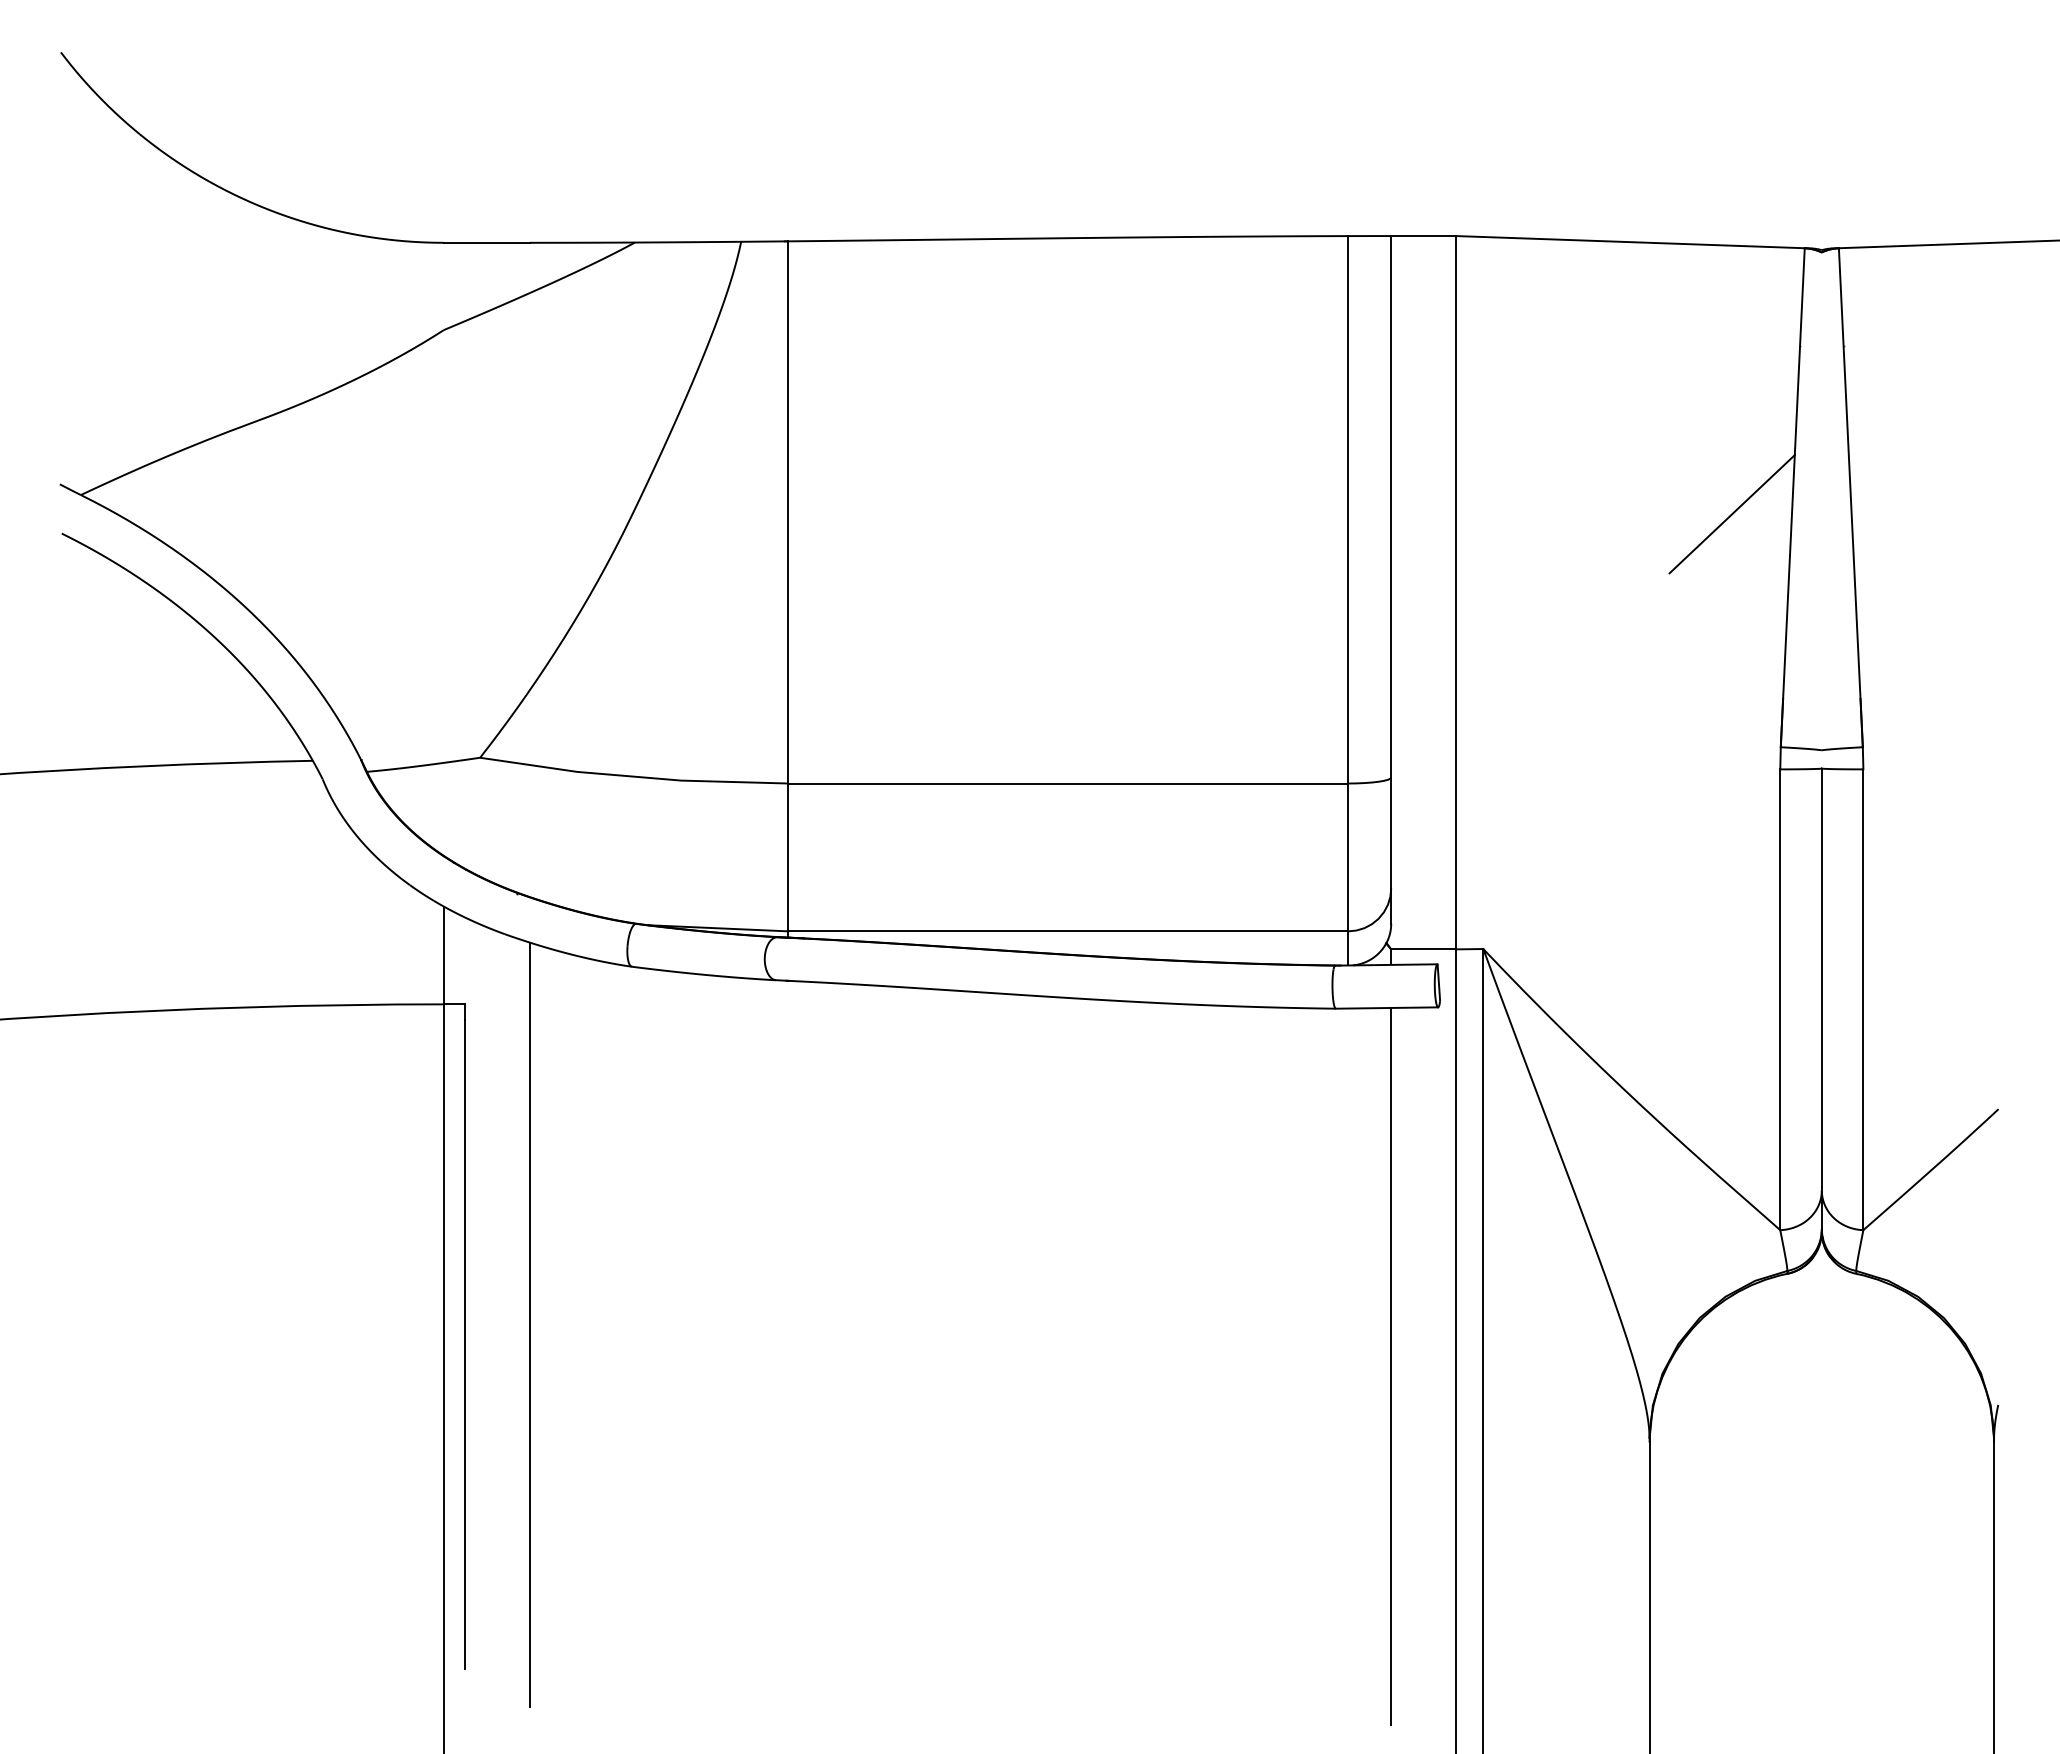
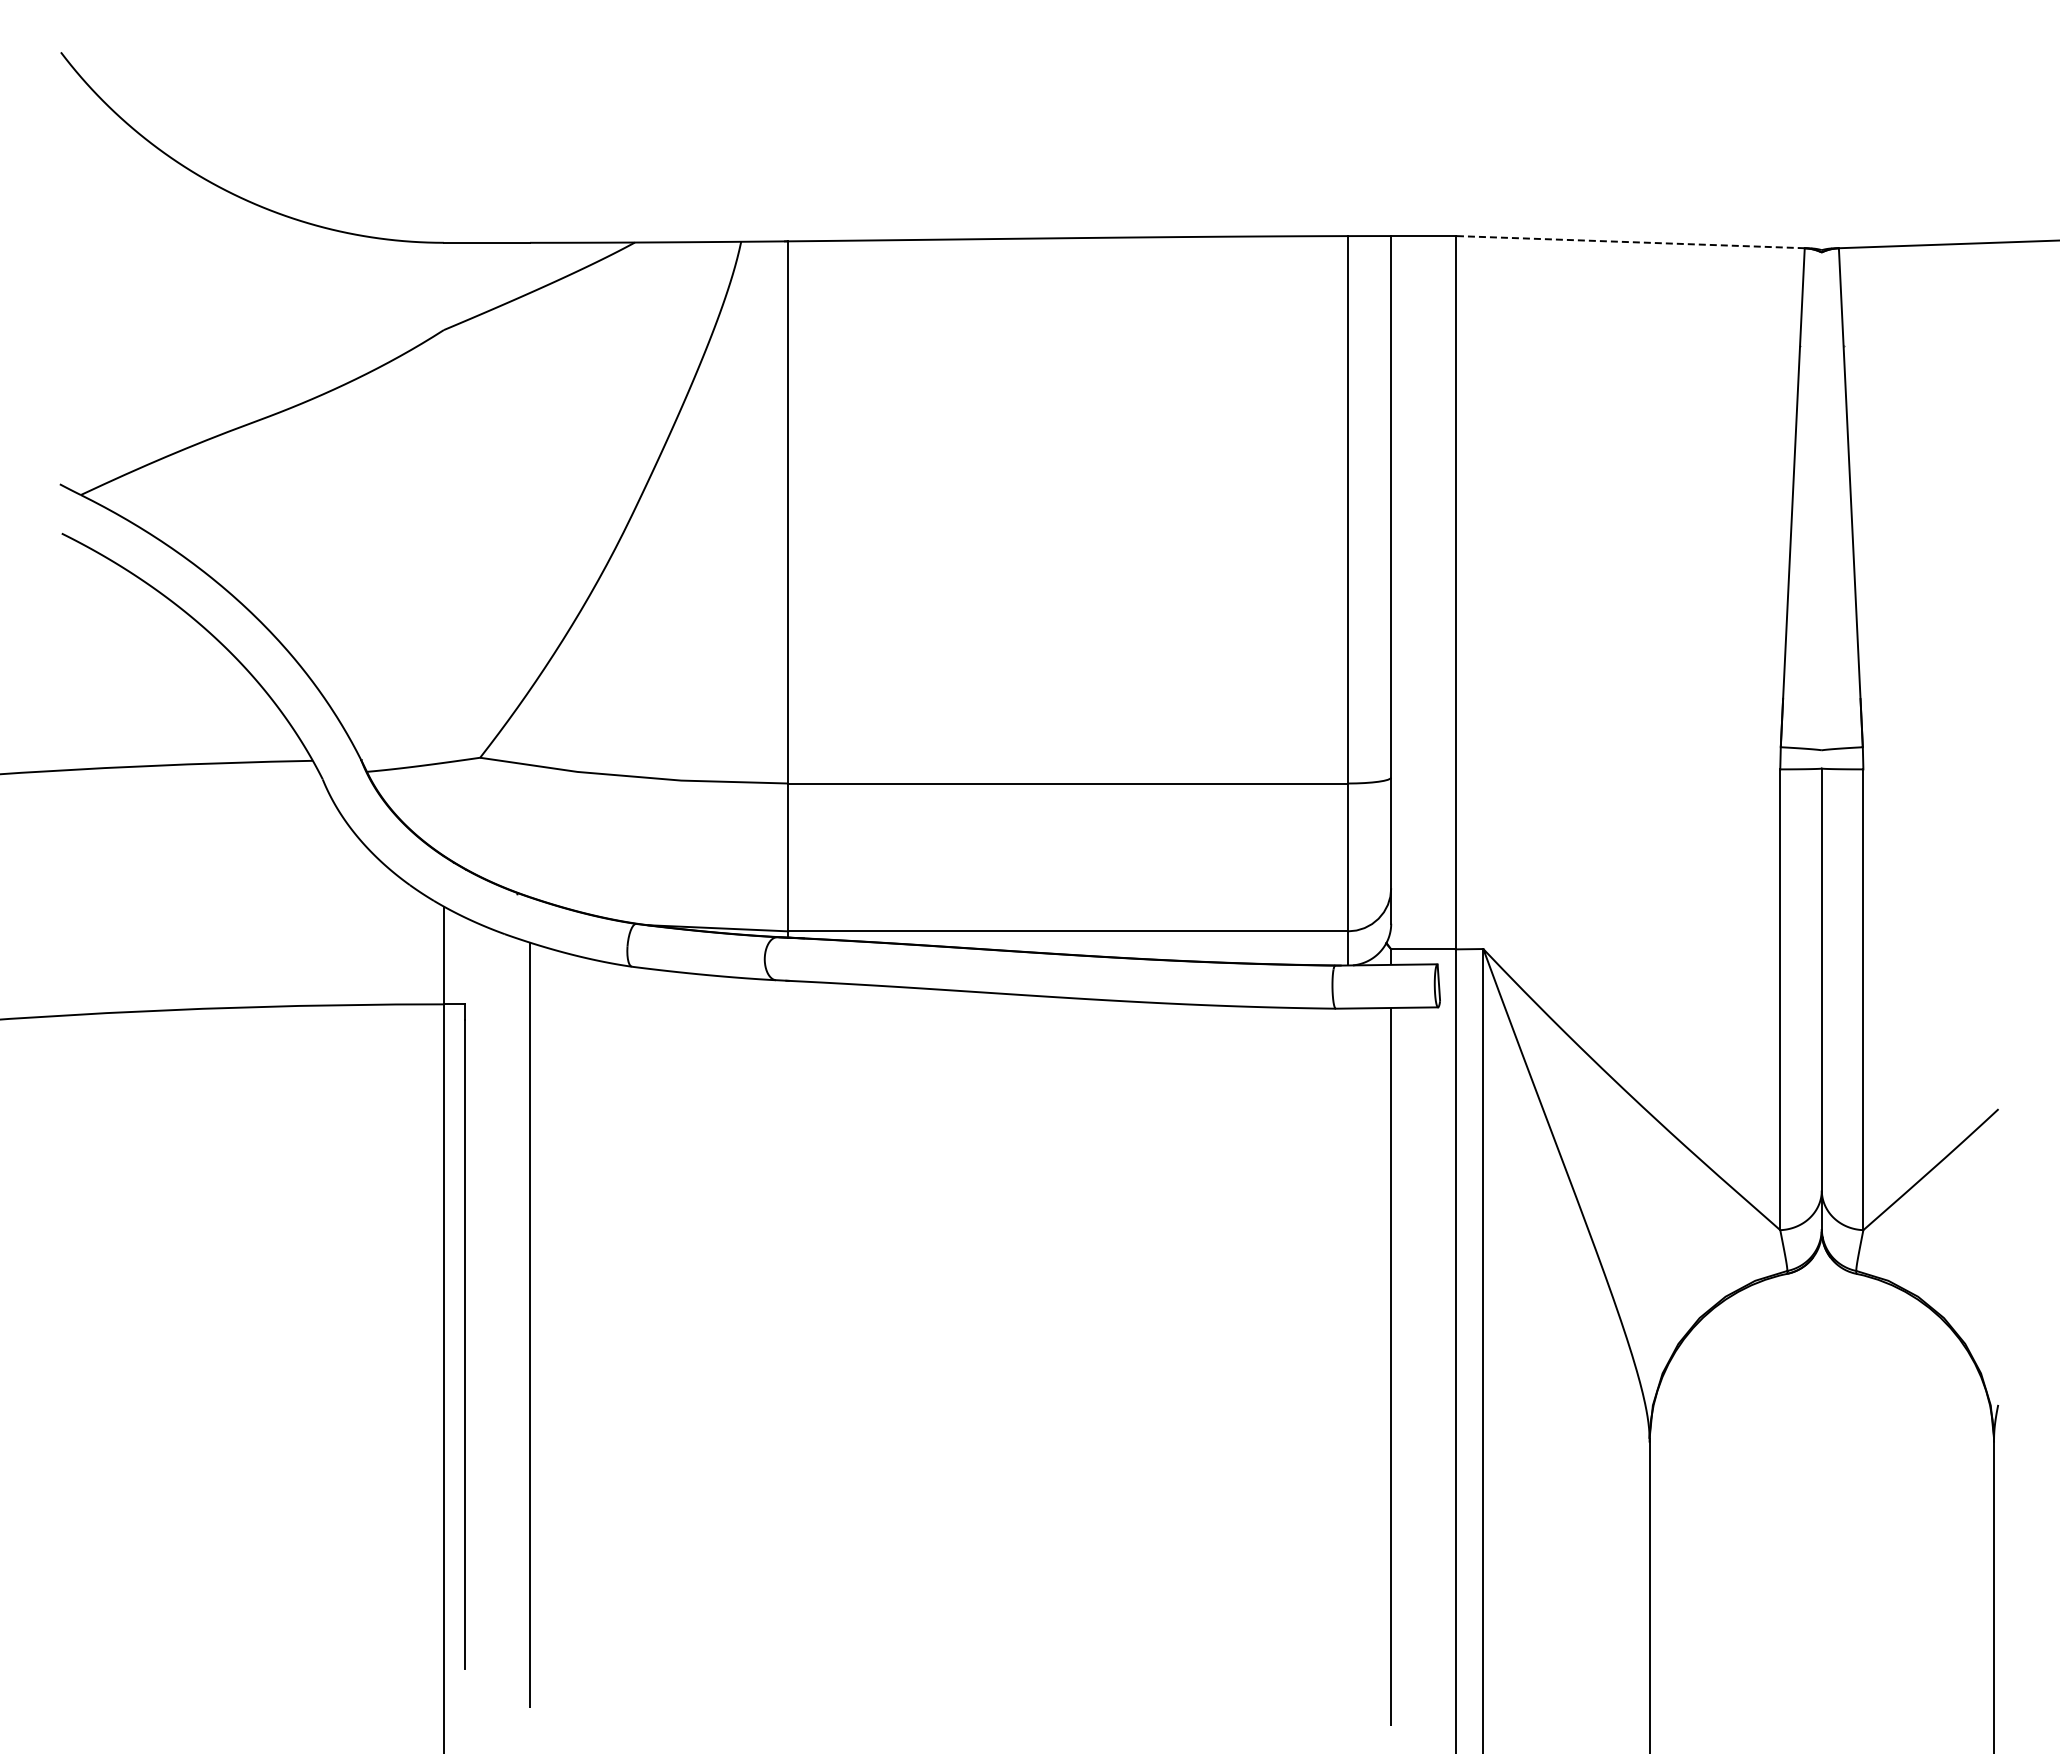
line at (1630, 242): solid -> dashed
line at (1731, 514): present -> none
